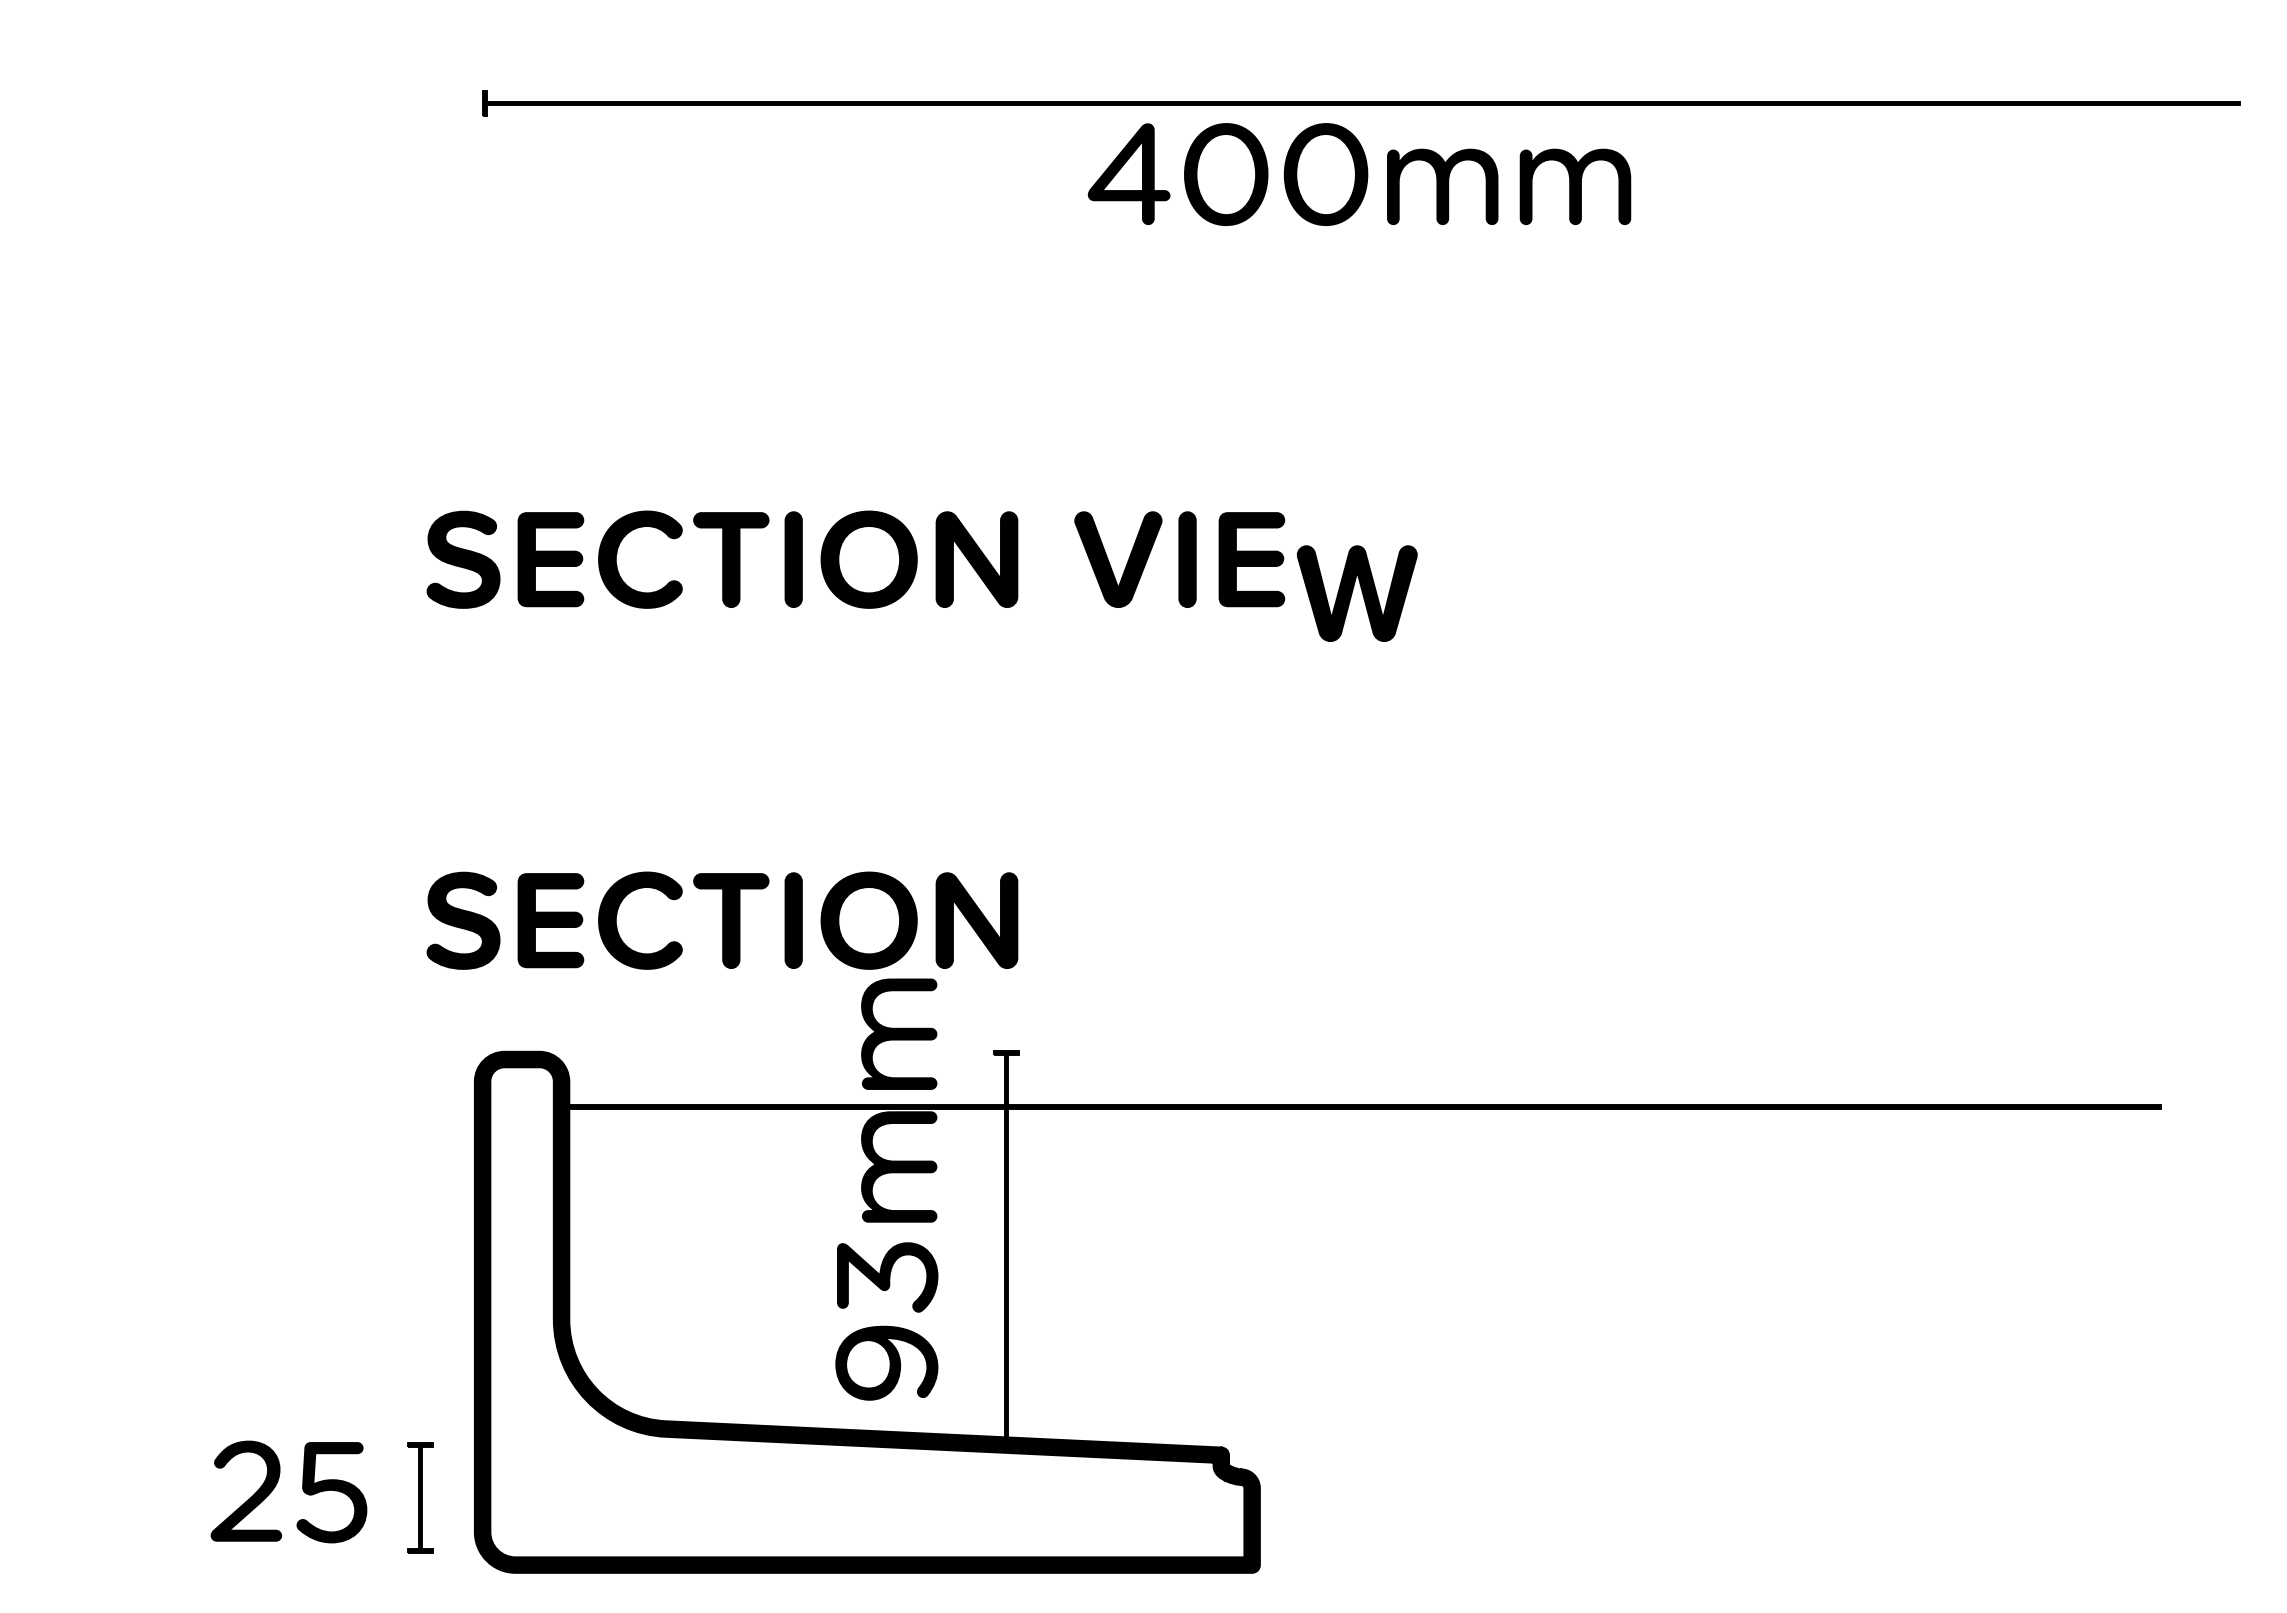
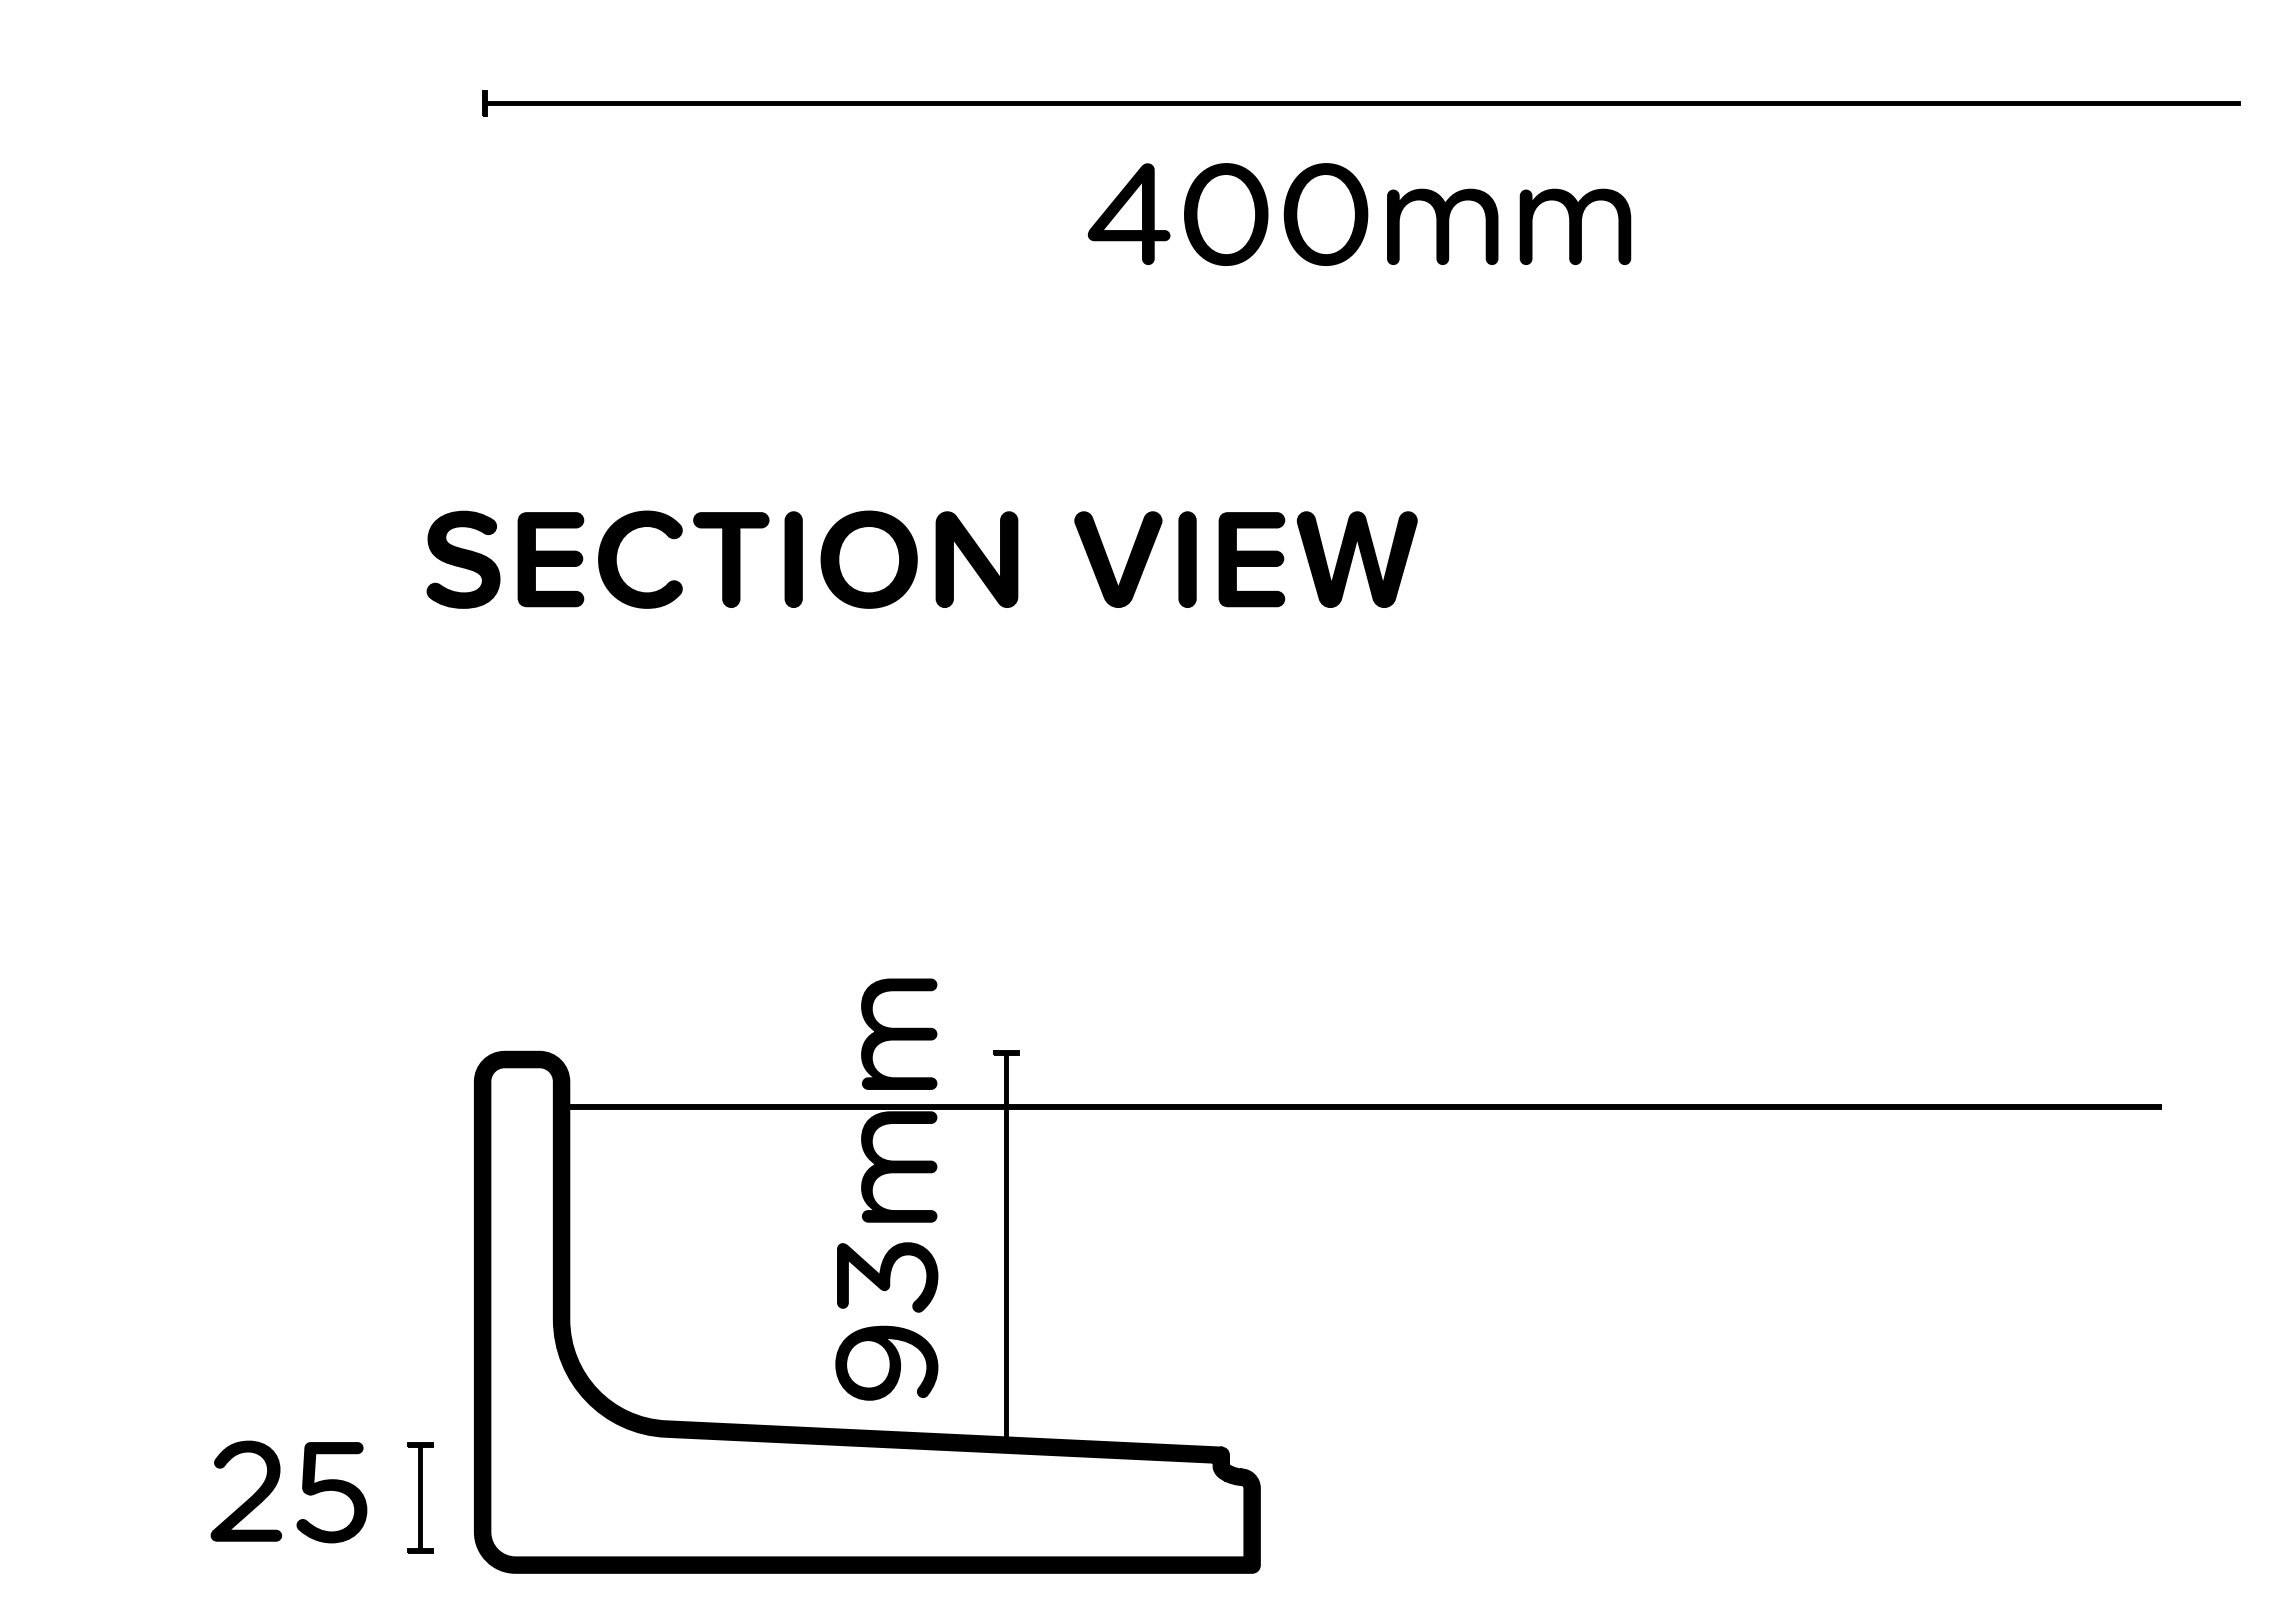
part at (1359, 174) position: (1359, 174) -> (1359, 214)
part at (1356, 593) position: (1356, 593) -> (1356, 559)
part at (722, 920): present -> none
